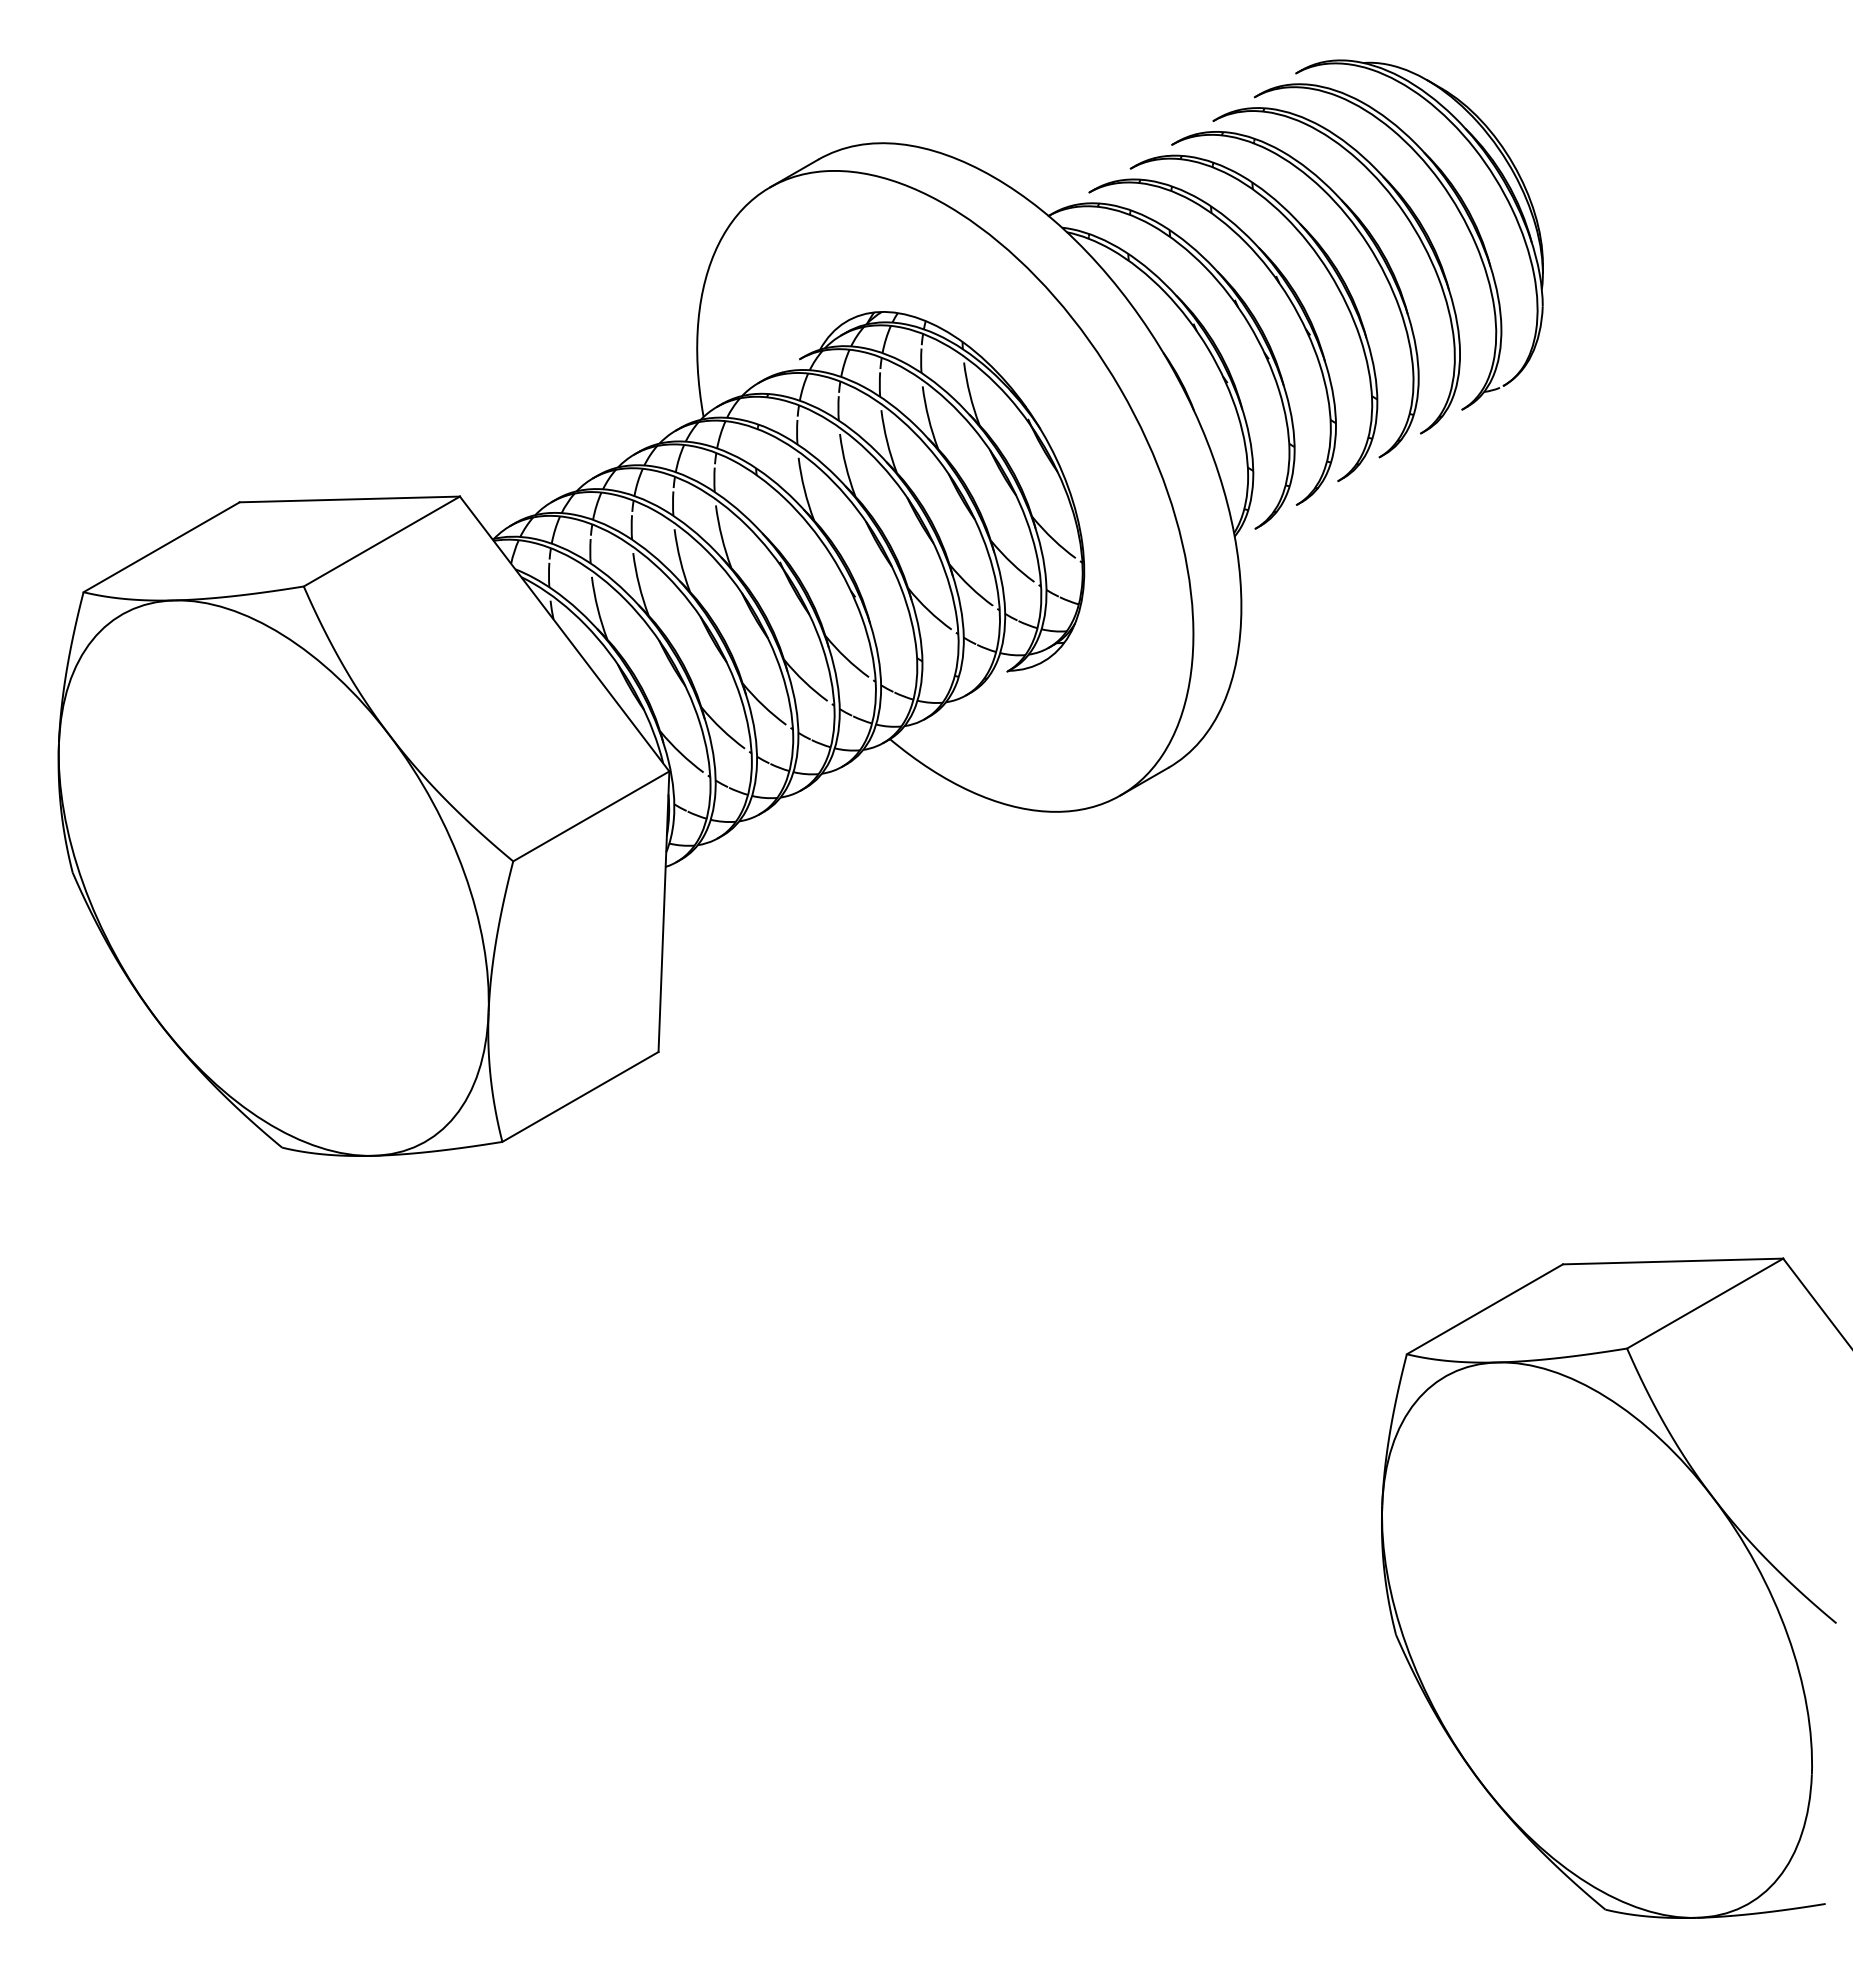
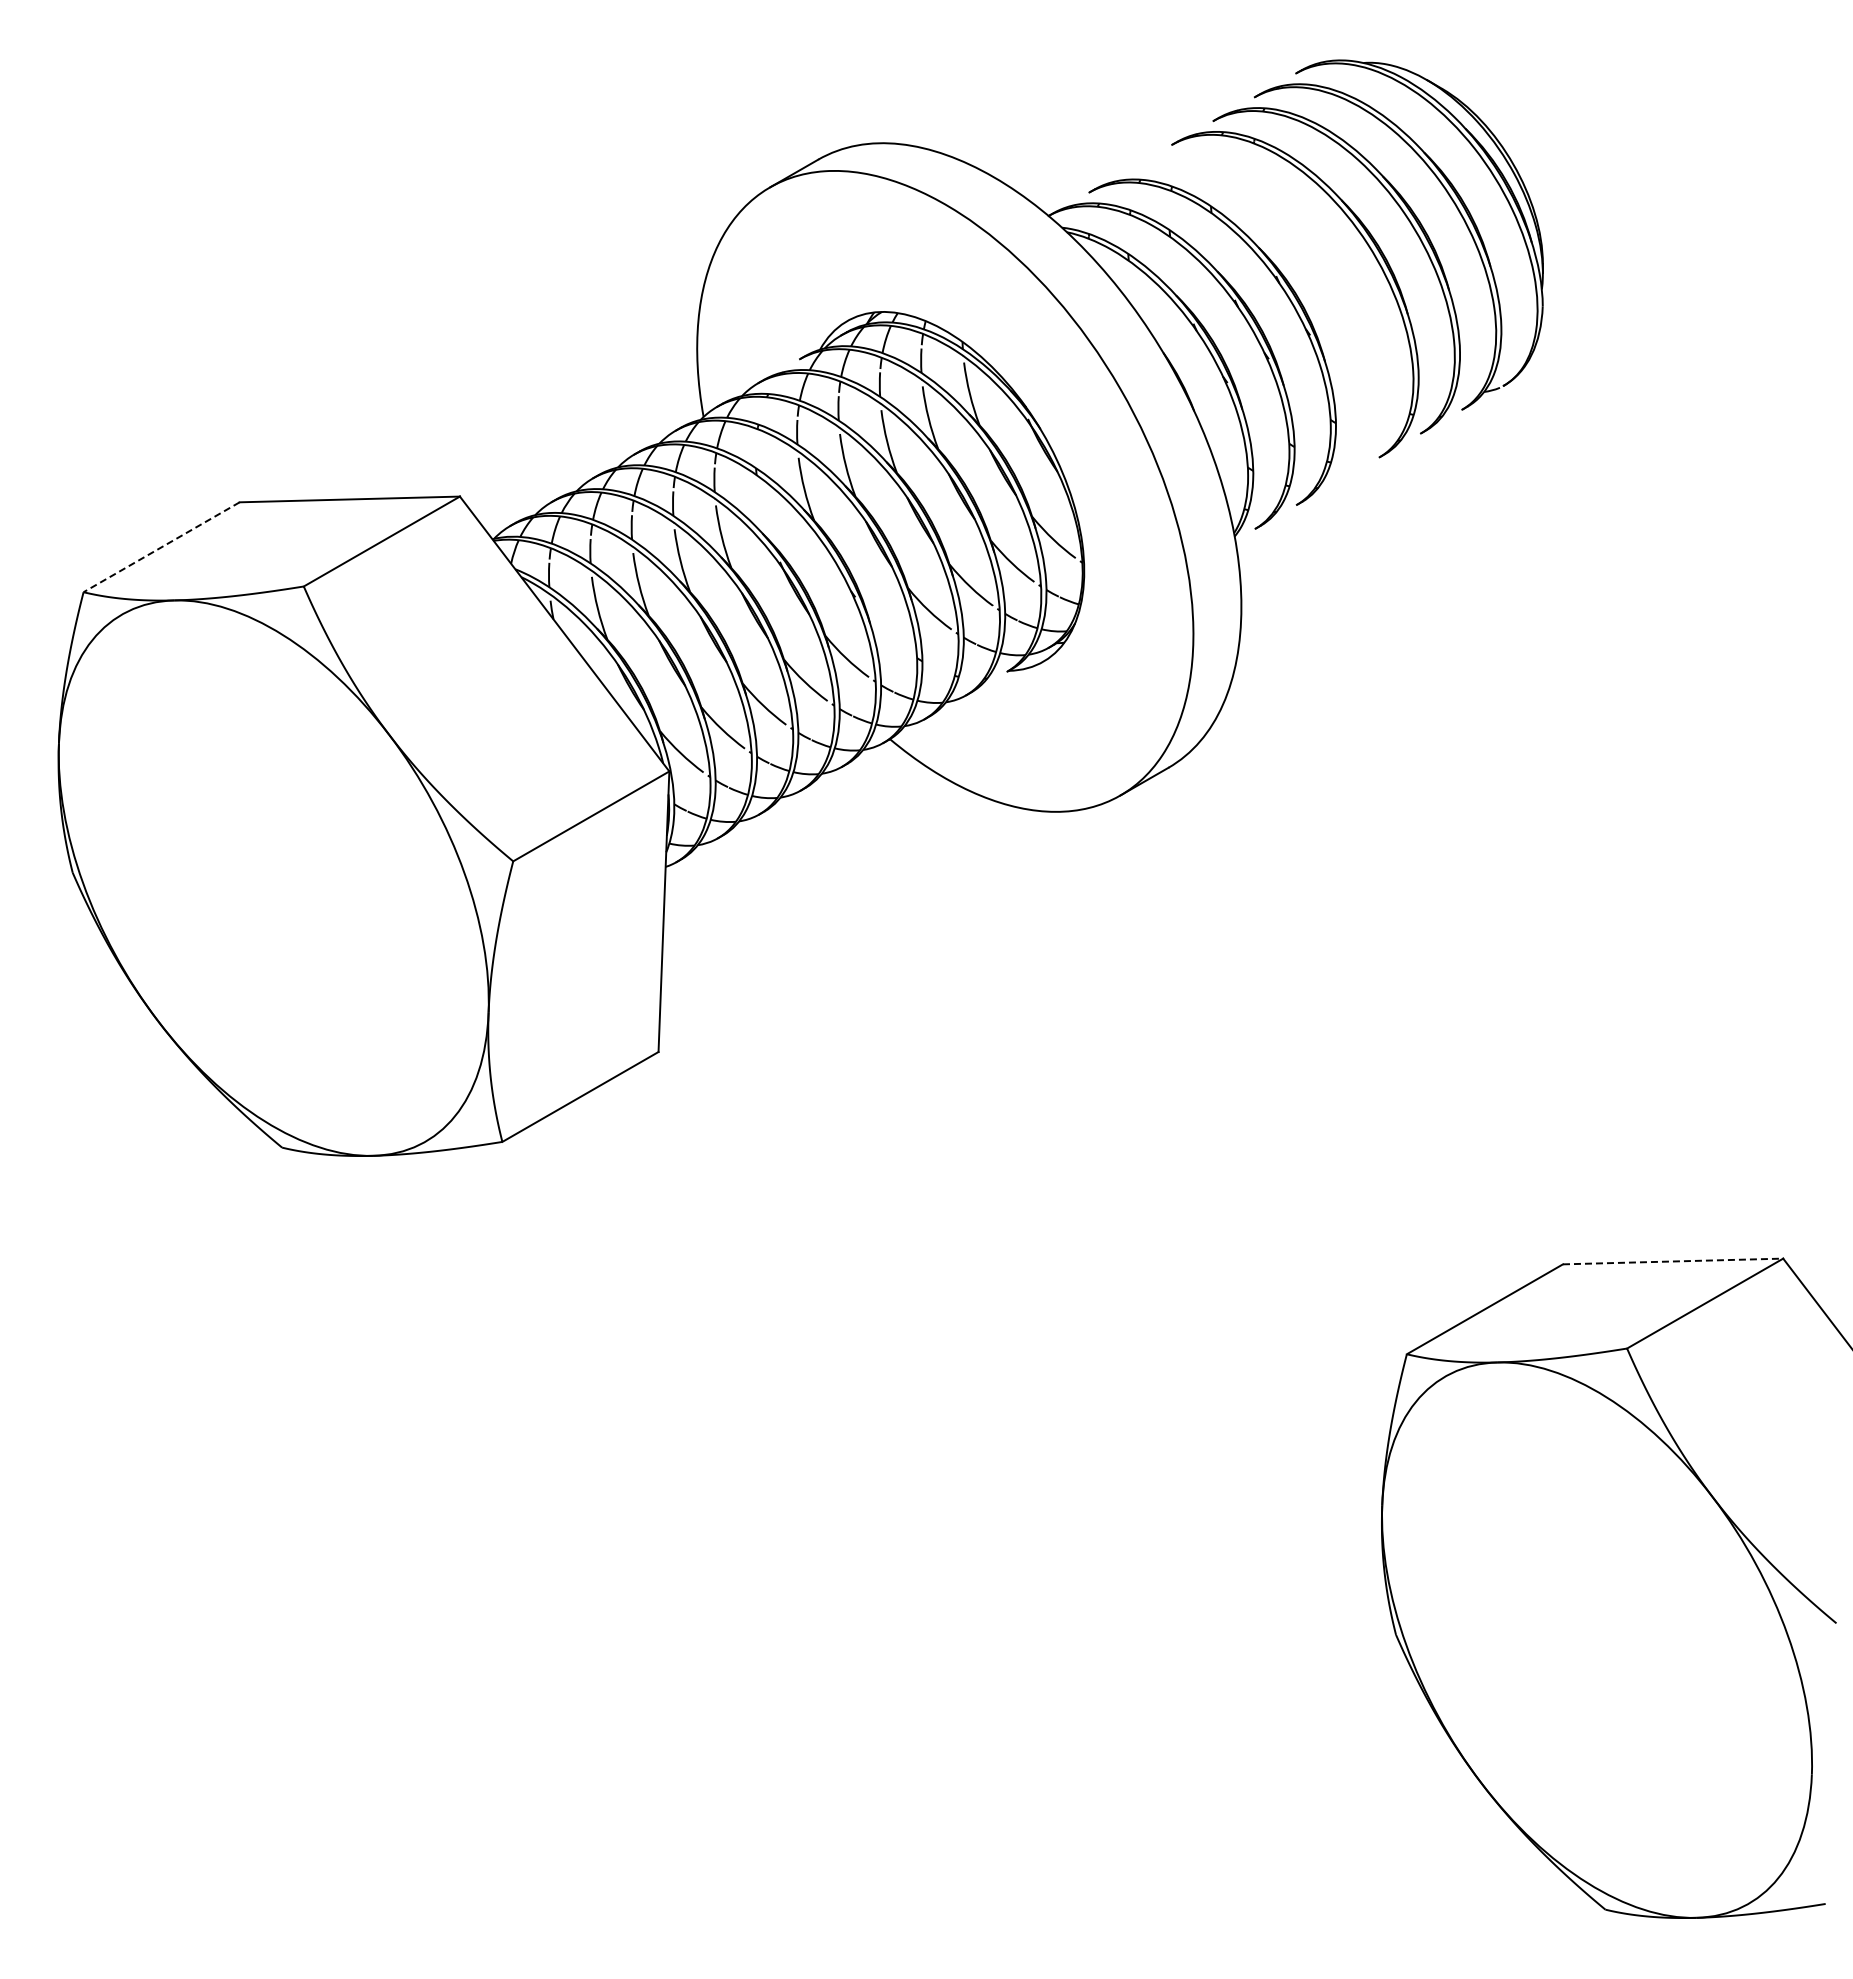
part at (1326, 270): present -> none
line at (161, 547): solid -> dashed
line at (1673, 1261): solid -> dashed
